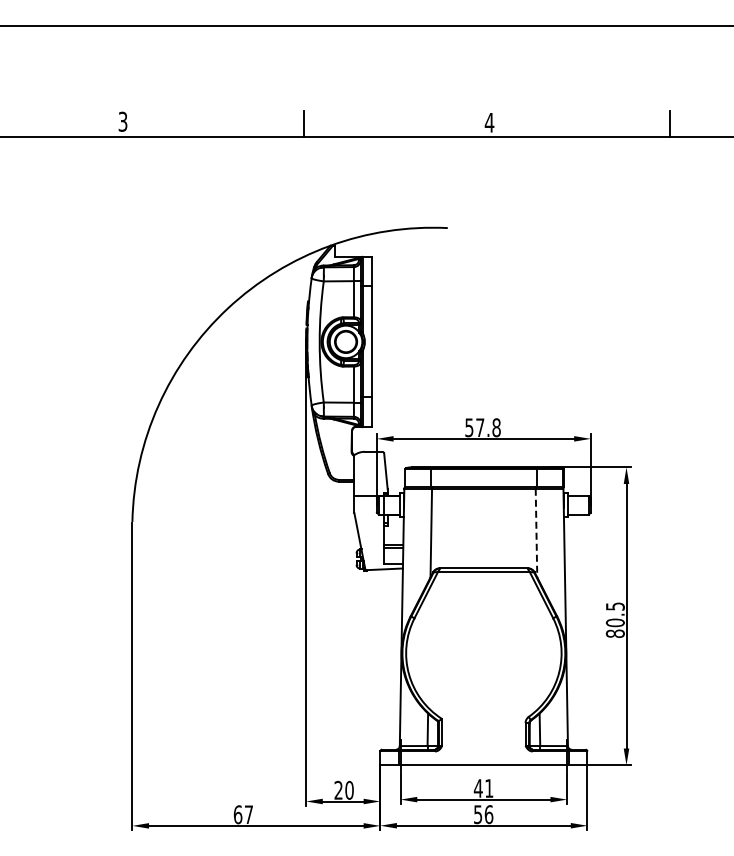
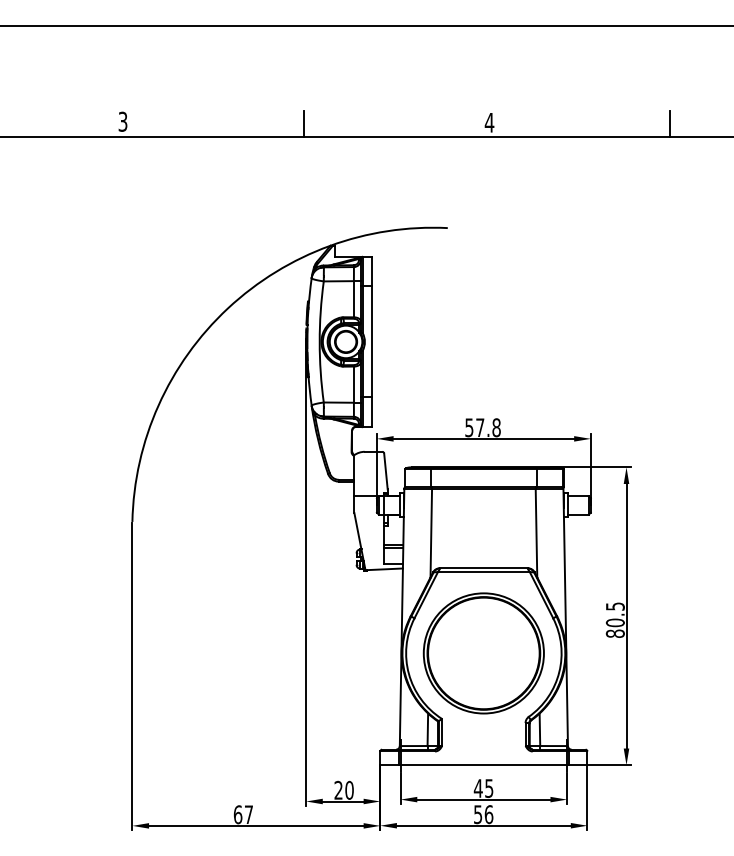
line at (536, 533): dashed -> solid
part at (483, 653): none -> present
text at (489, 788): 41 -> 45
